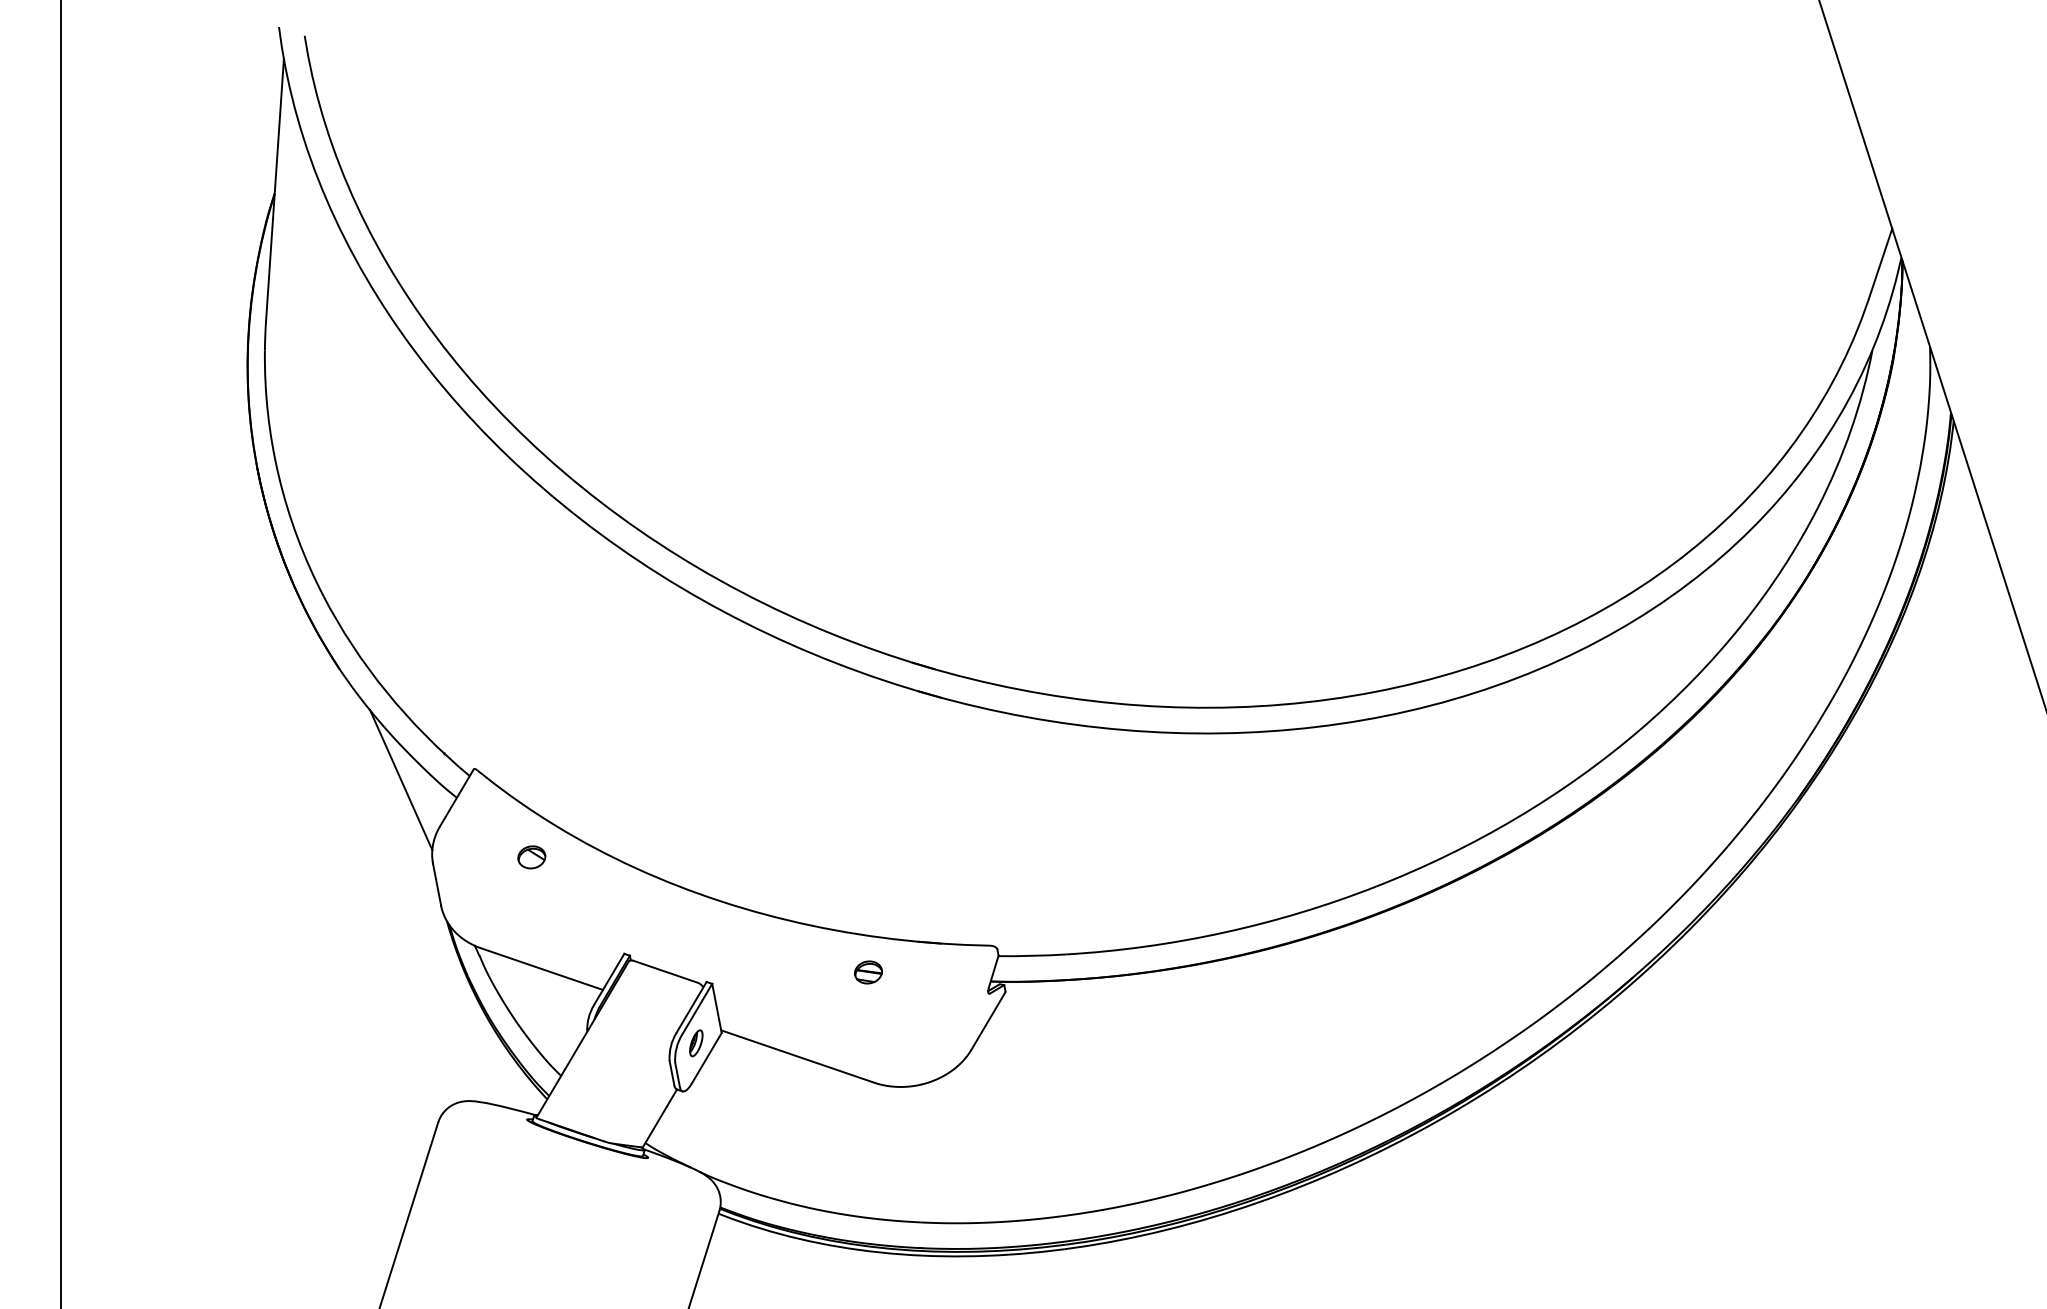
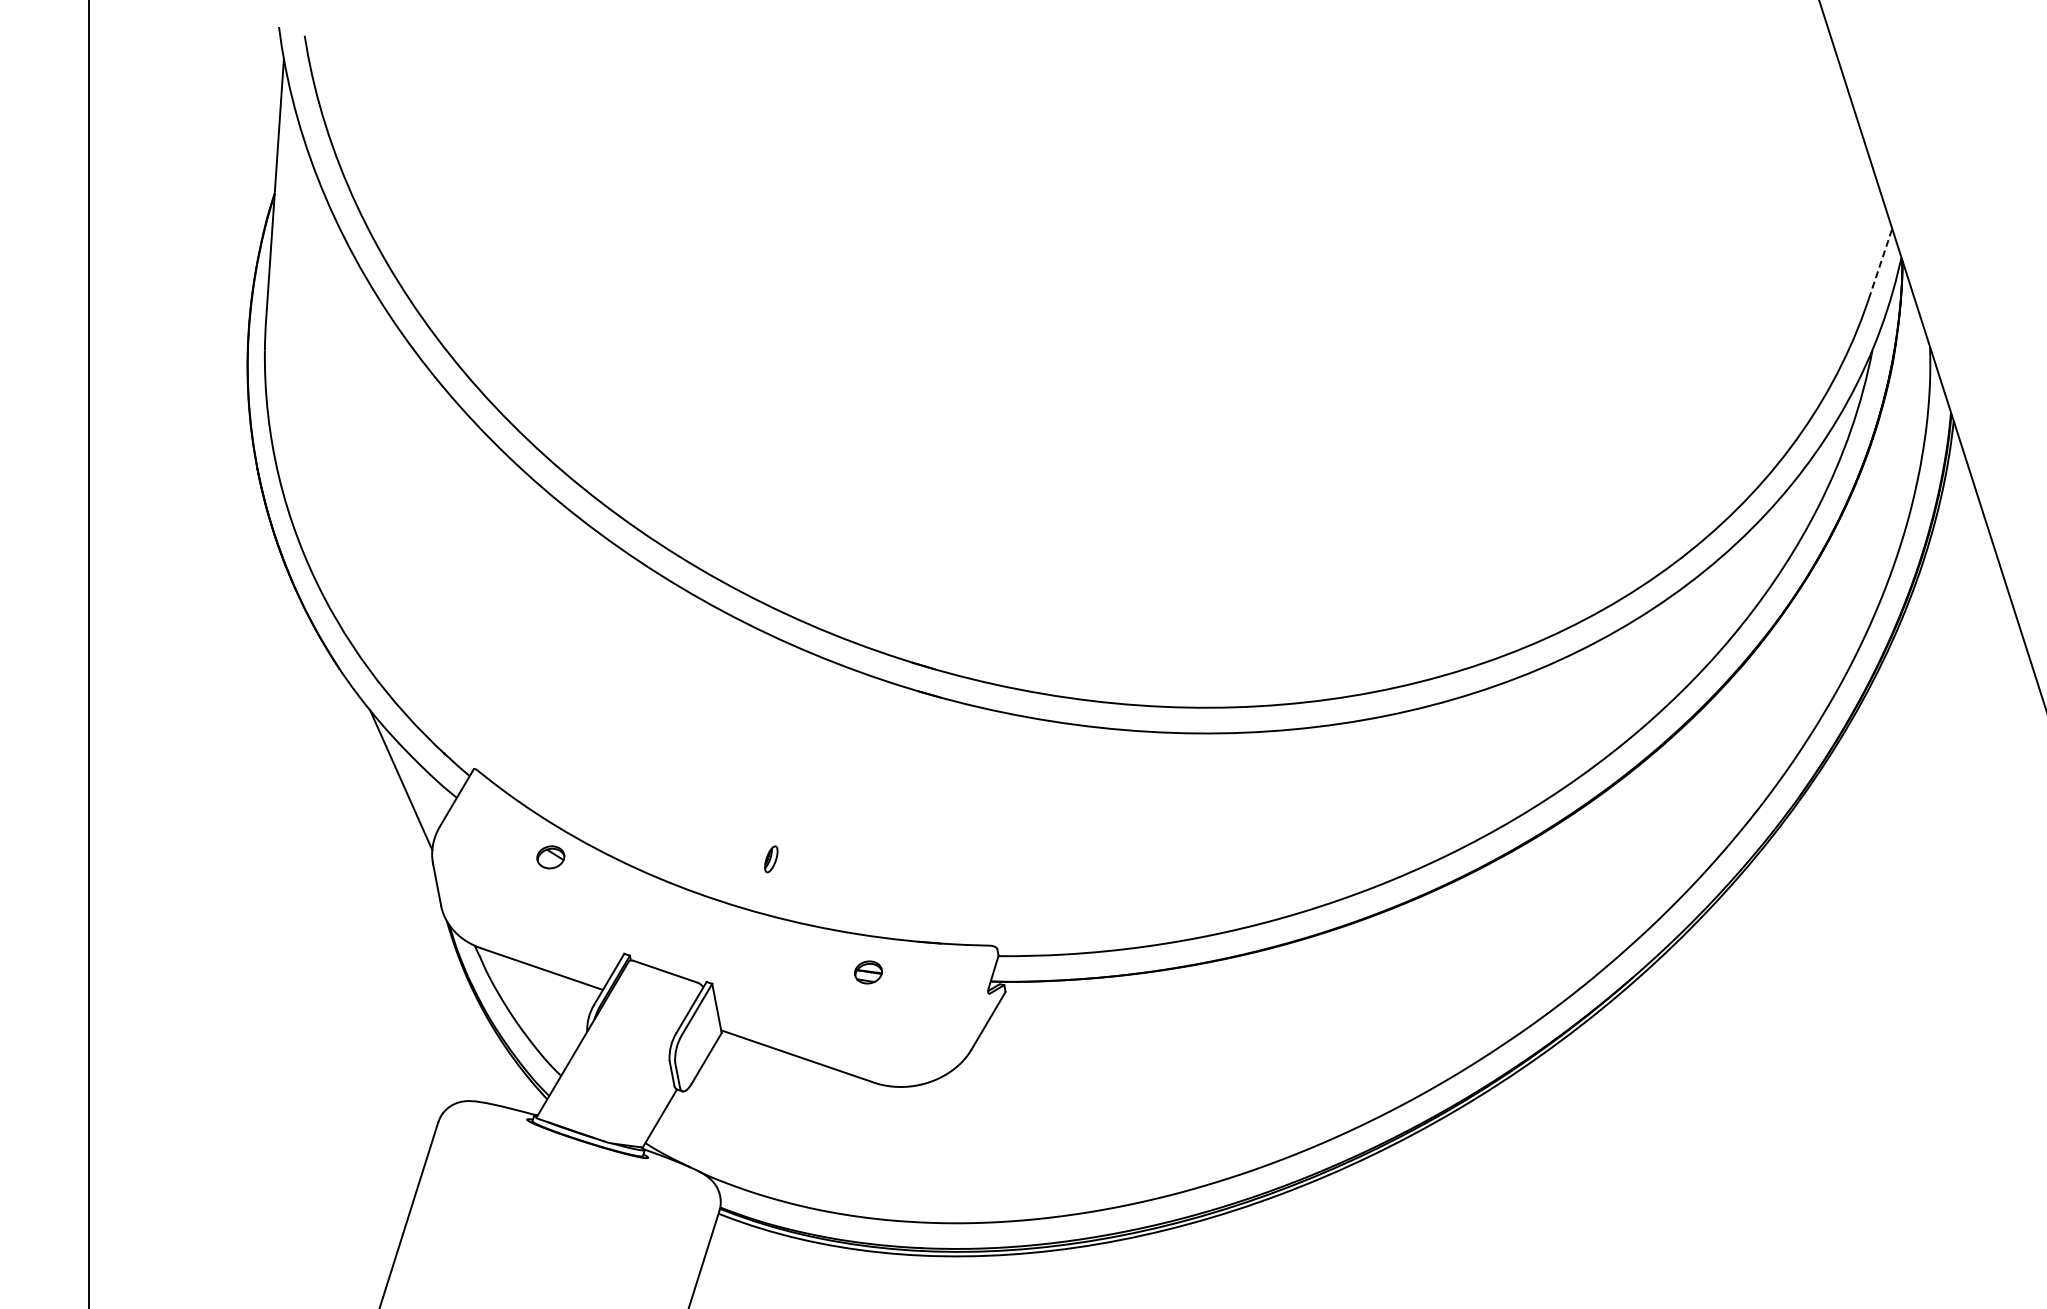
line at (1880, 263): solid -> dashed
line at (61, 653) position: (61, 653) -> (89, 653)
part at (531, 857) position: (531, 857) -> (550, 857)
part at (696, 1043) position: (696, 1043) -> (771, 859)
